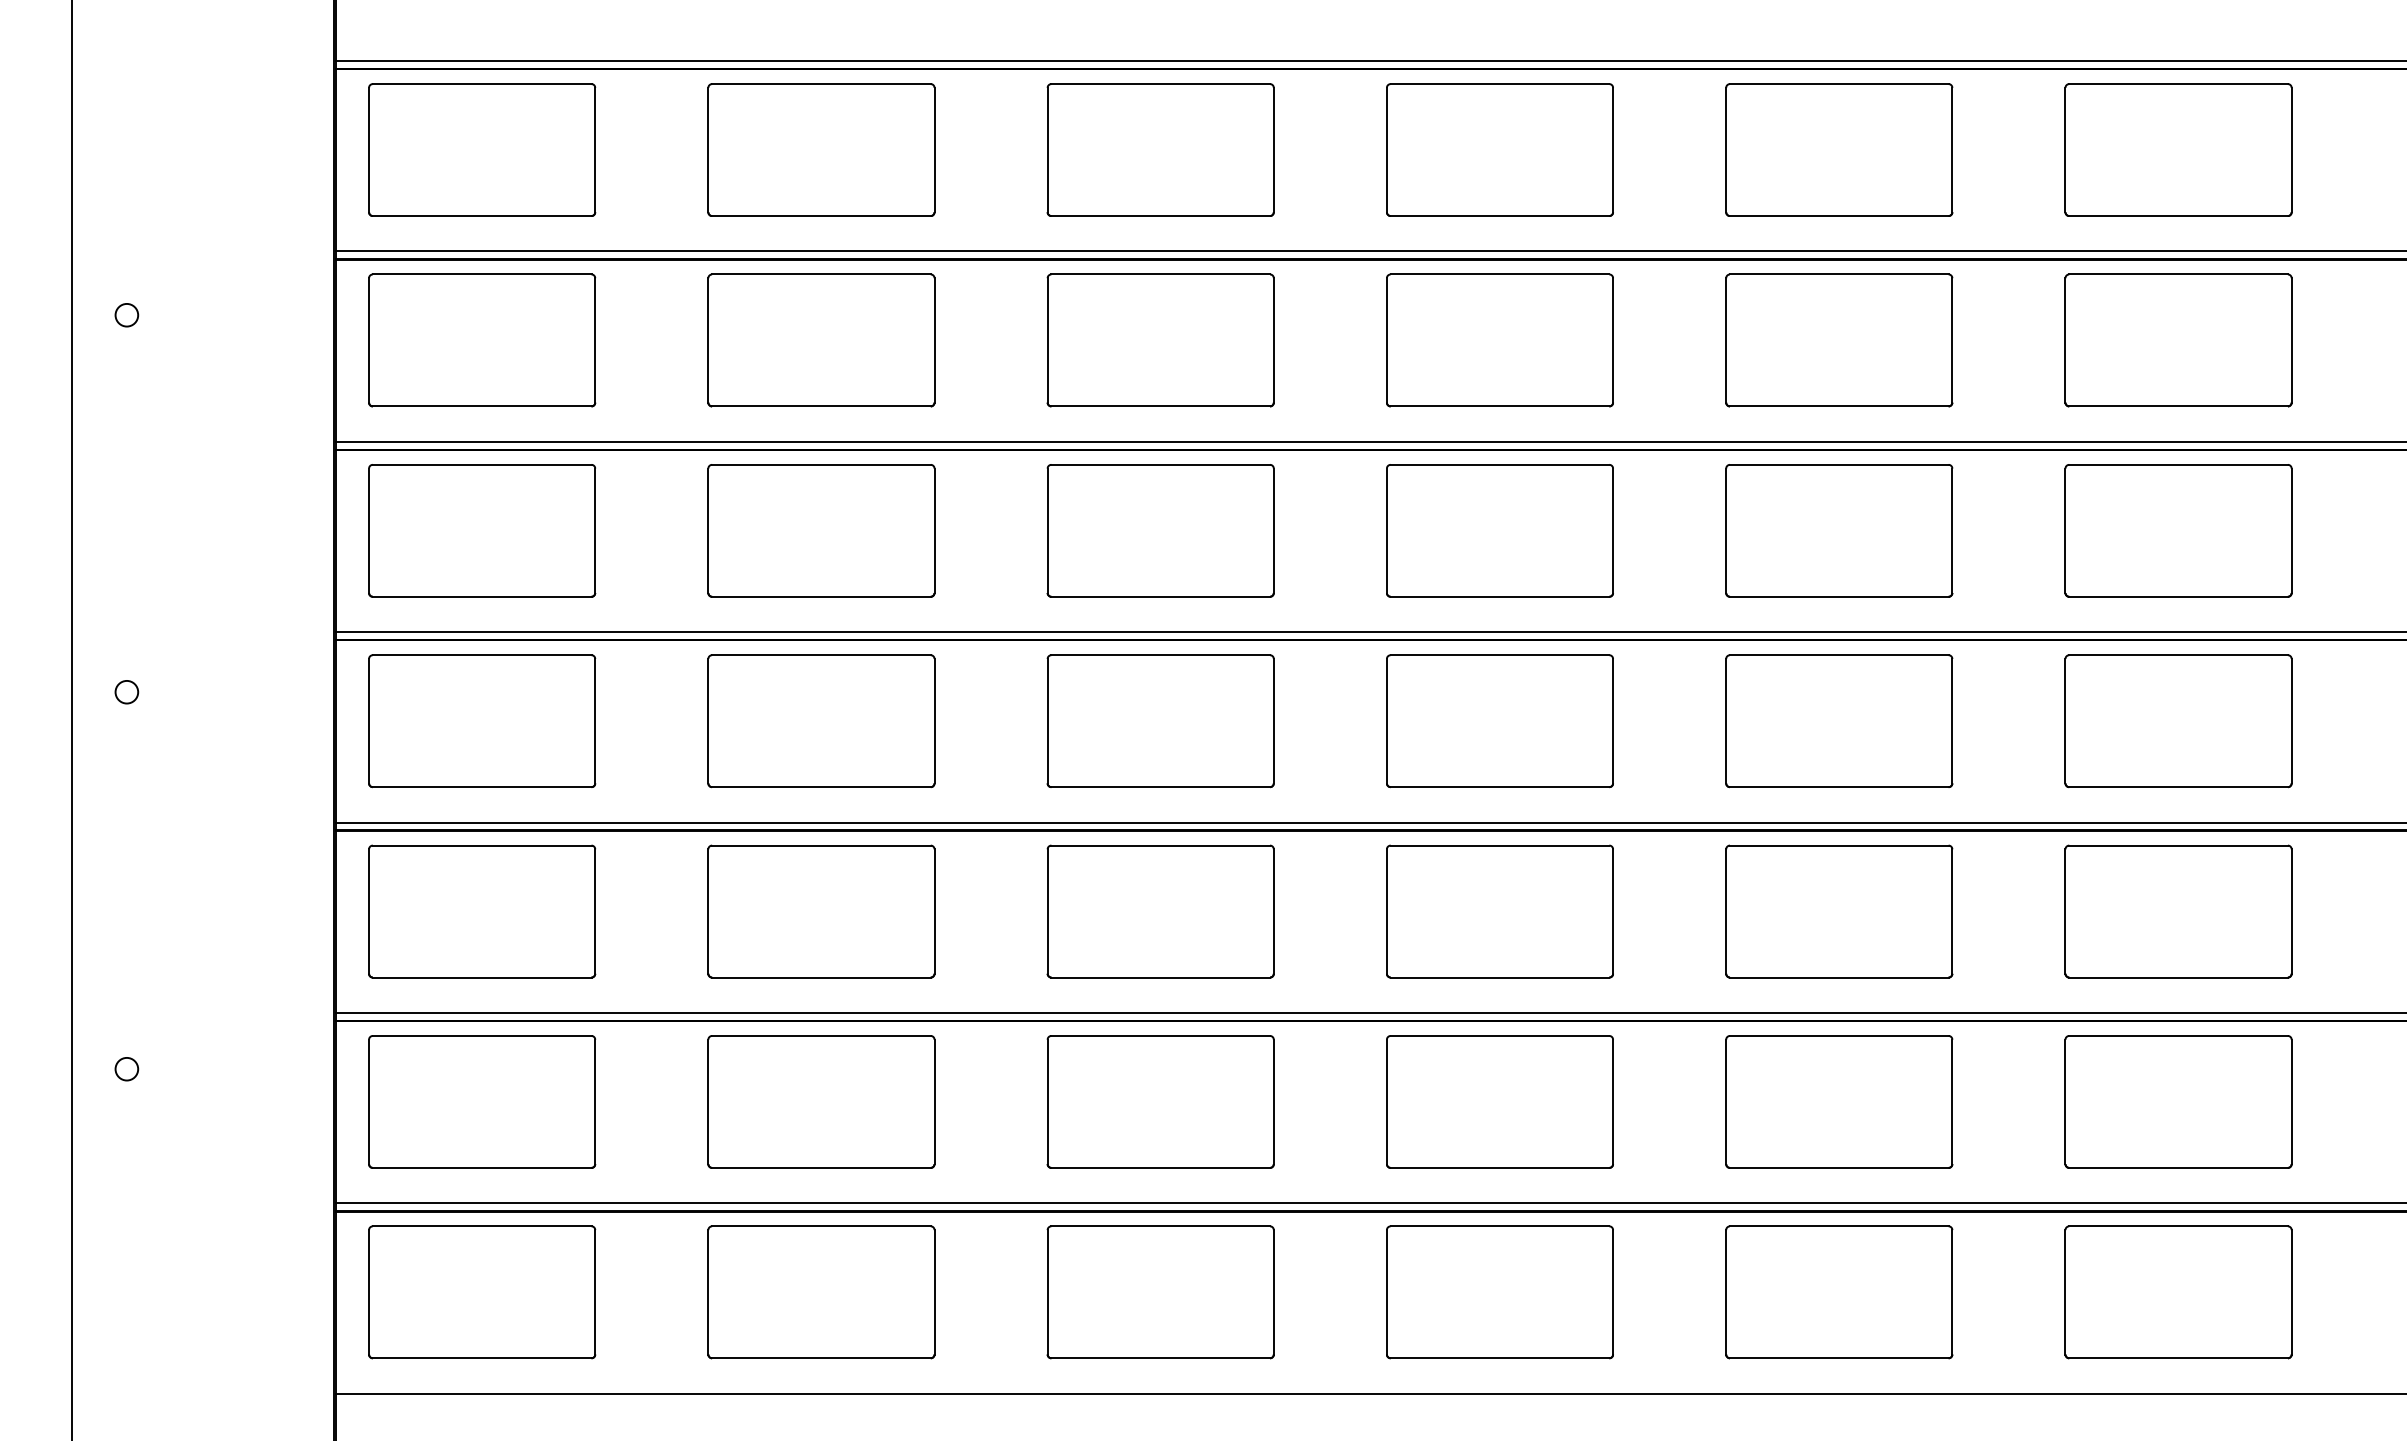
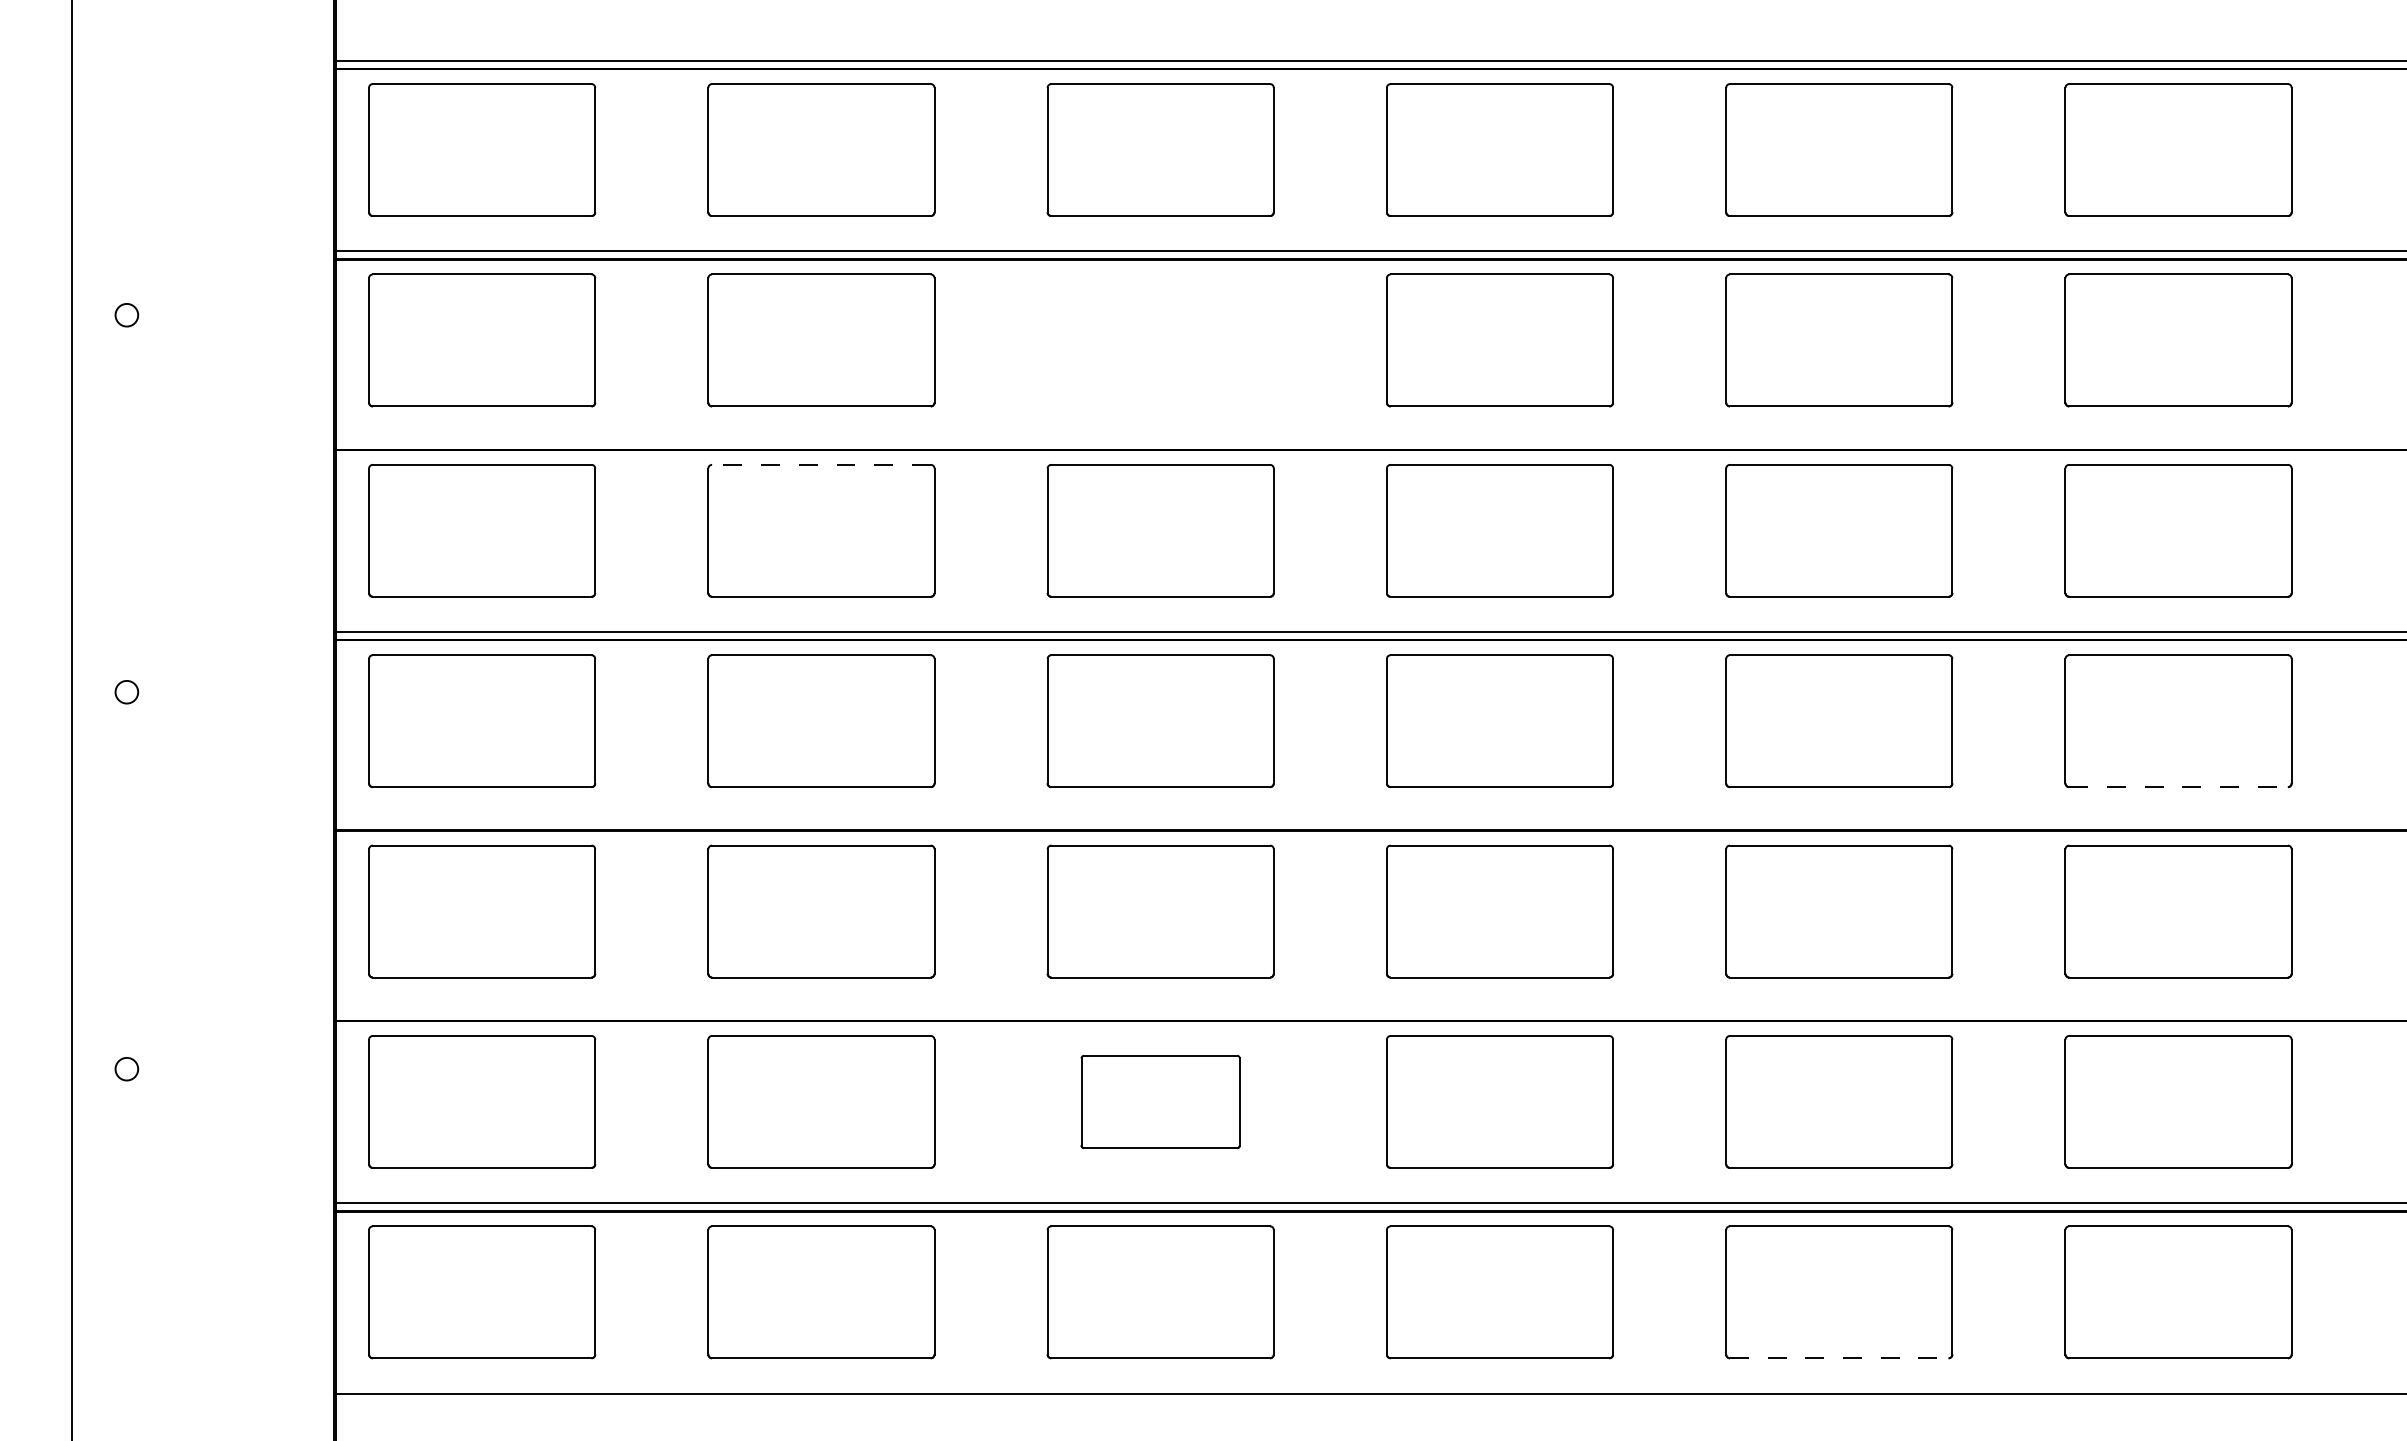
part at (1160, 340): present -> none
line at (1369, 441): present -> none
line at (820, 464): solid -> dashed
line at (2179, 787): solid -> dashed
line at (1369, 822): present -> none
line at (1369, 1012): present -> none
part at (1160, 1101) size: 229x134 px -> 161x94 px
line at (1839, 1358): solid -> dashed
